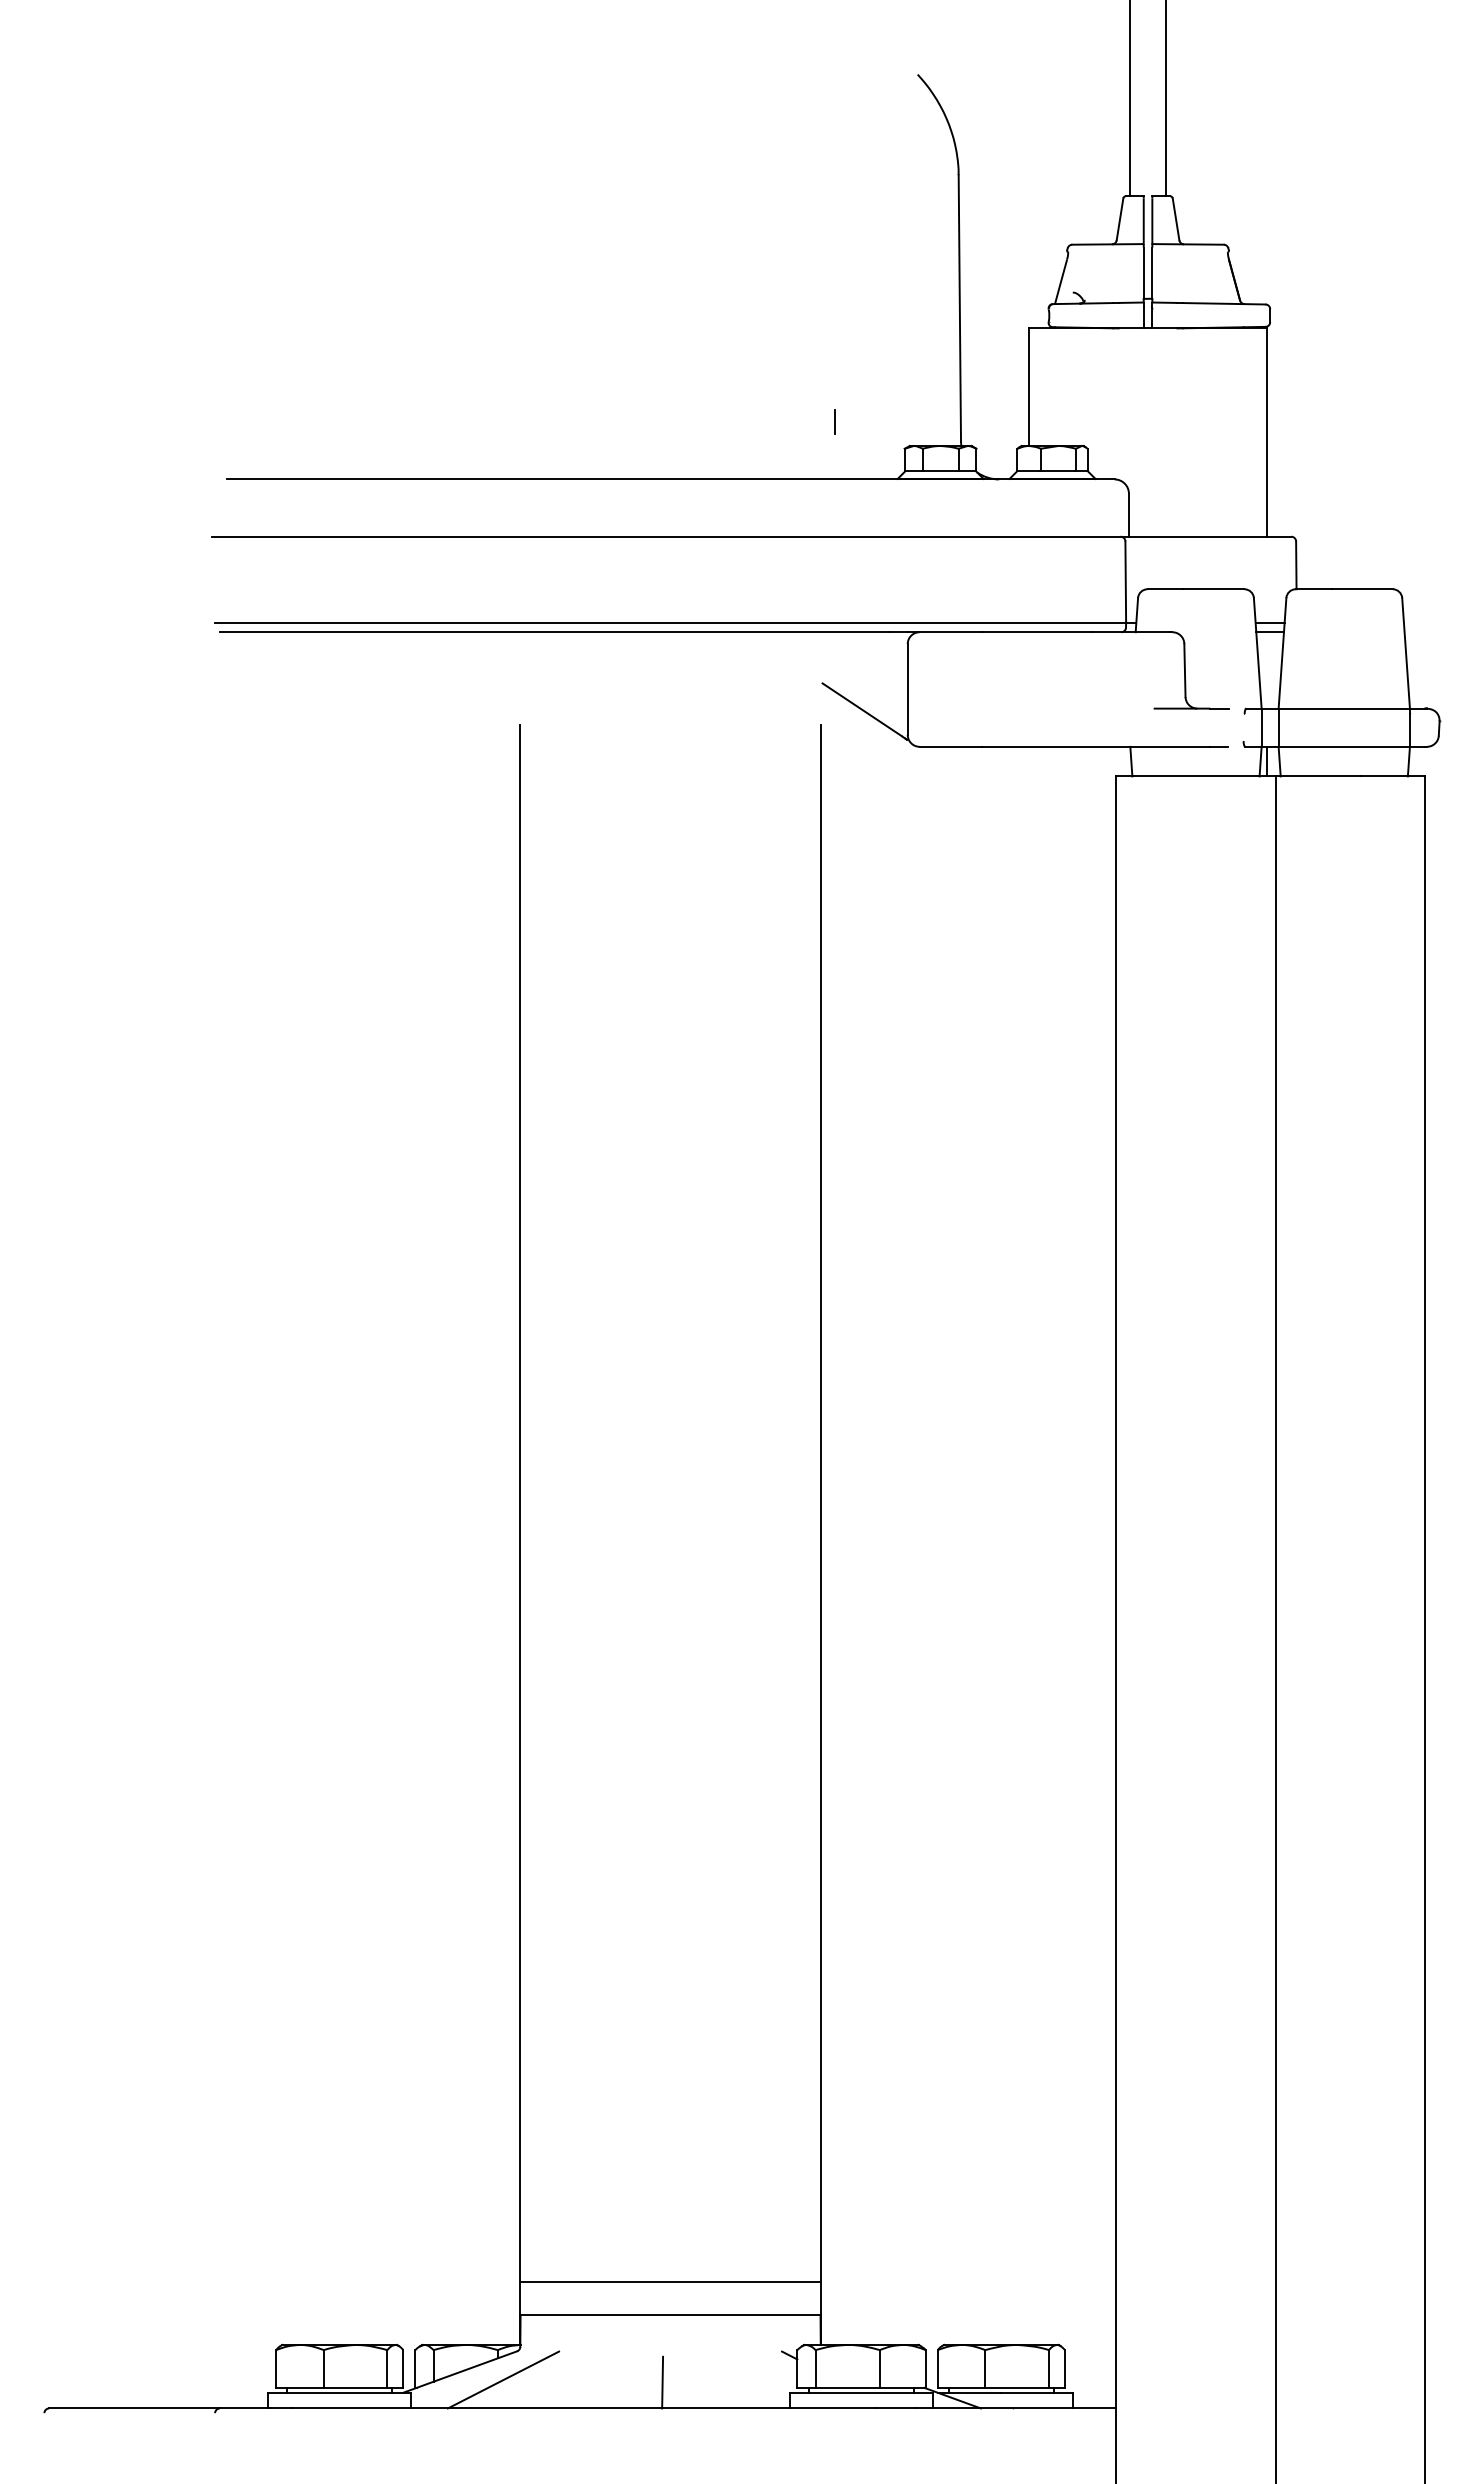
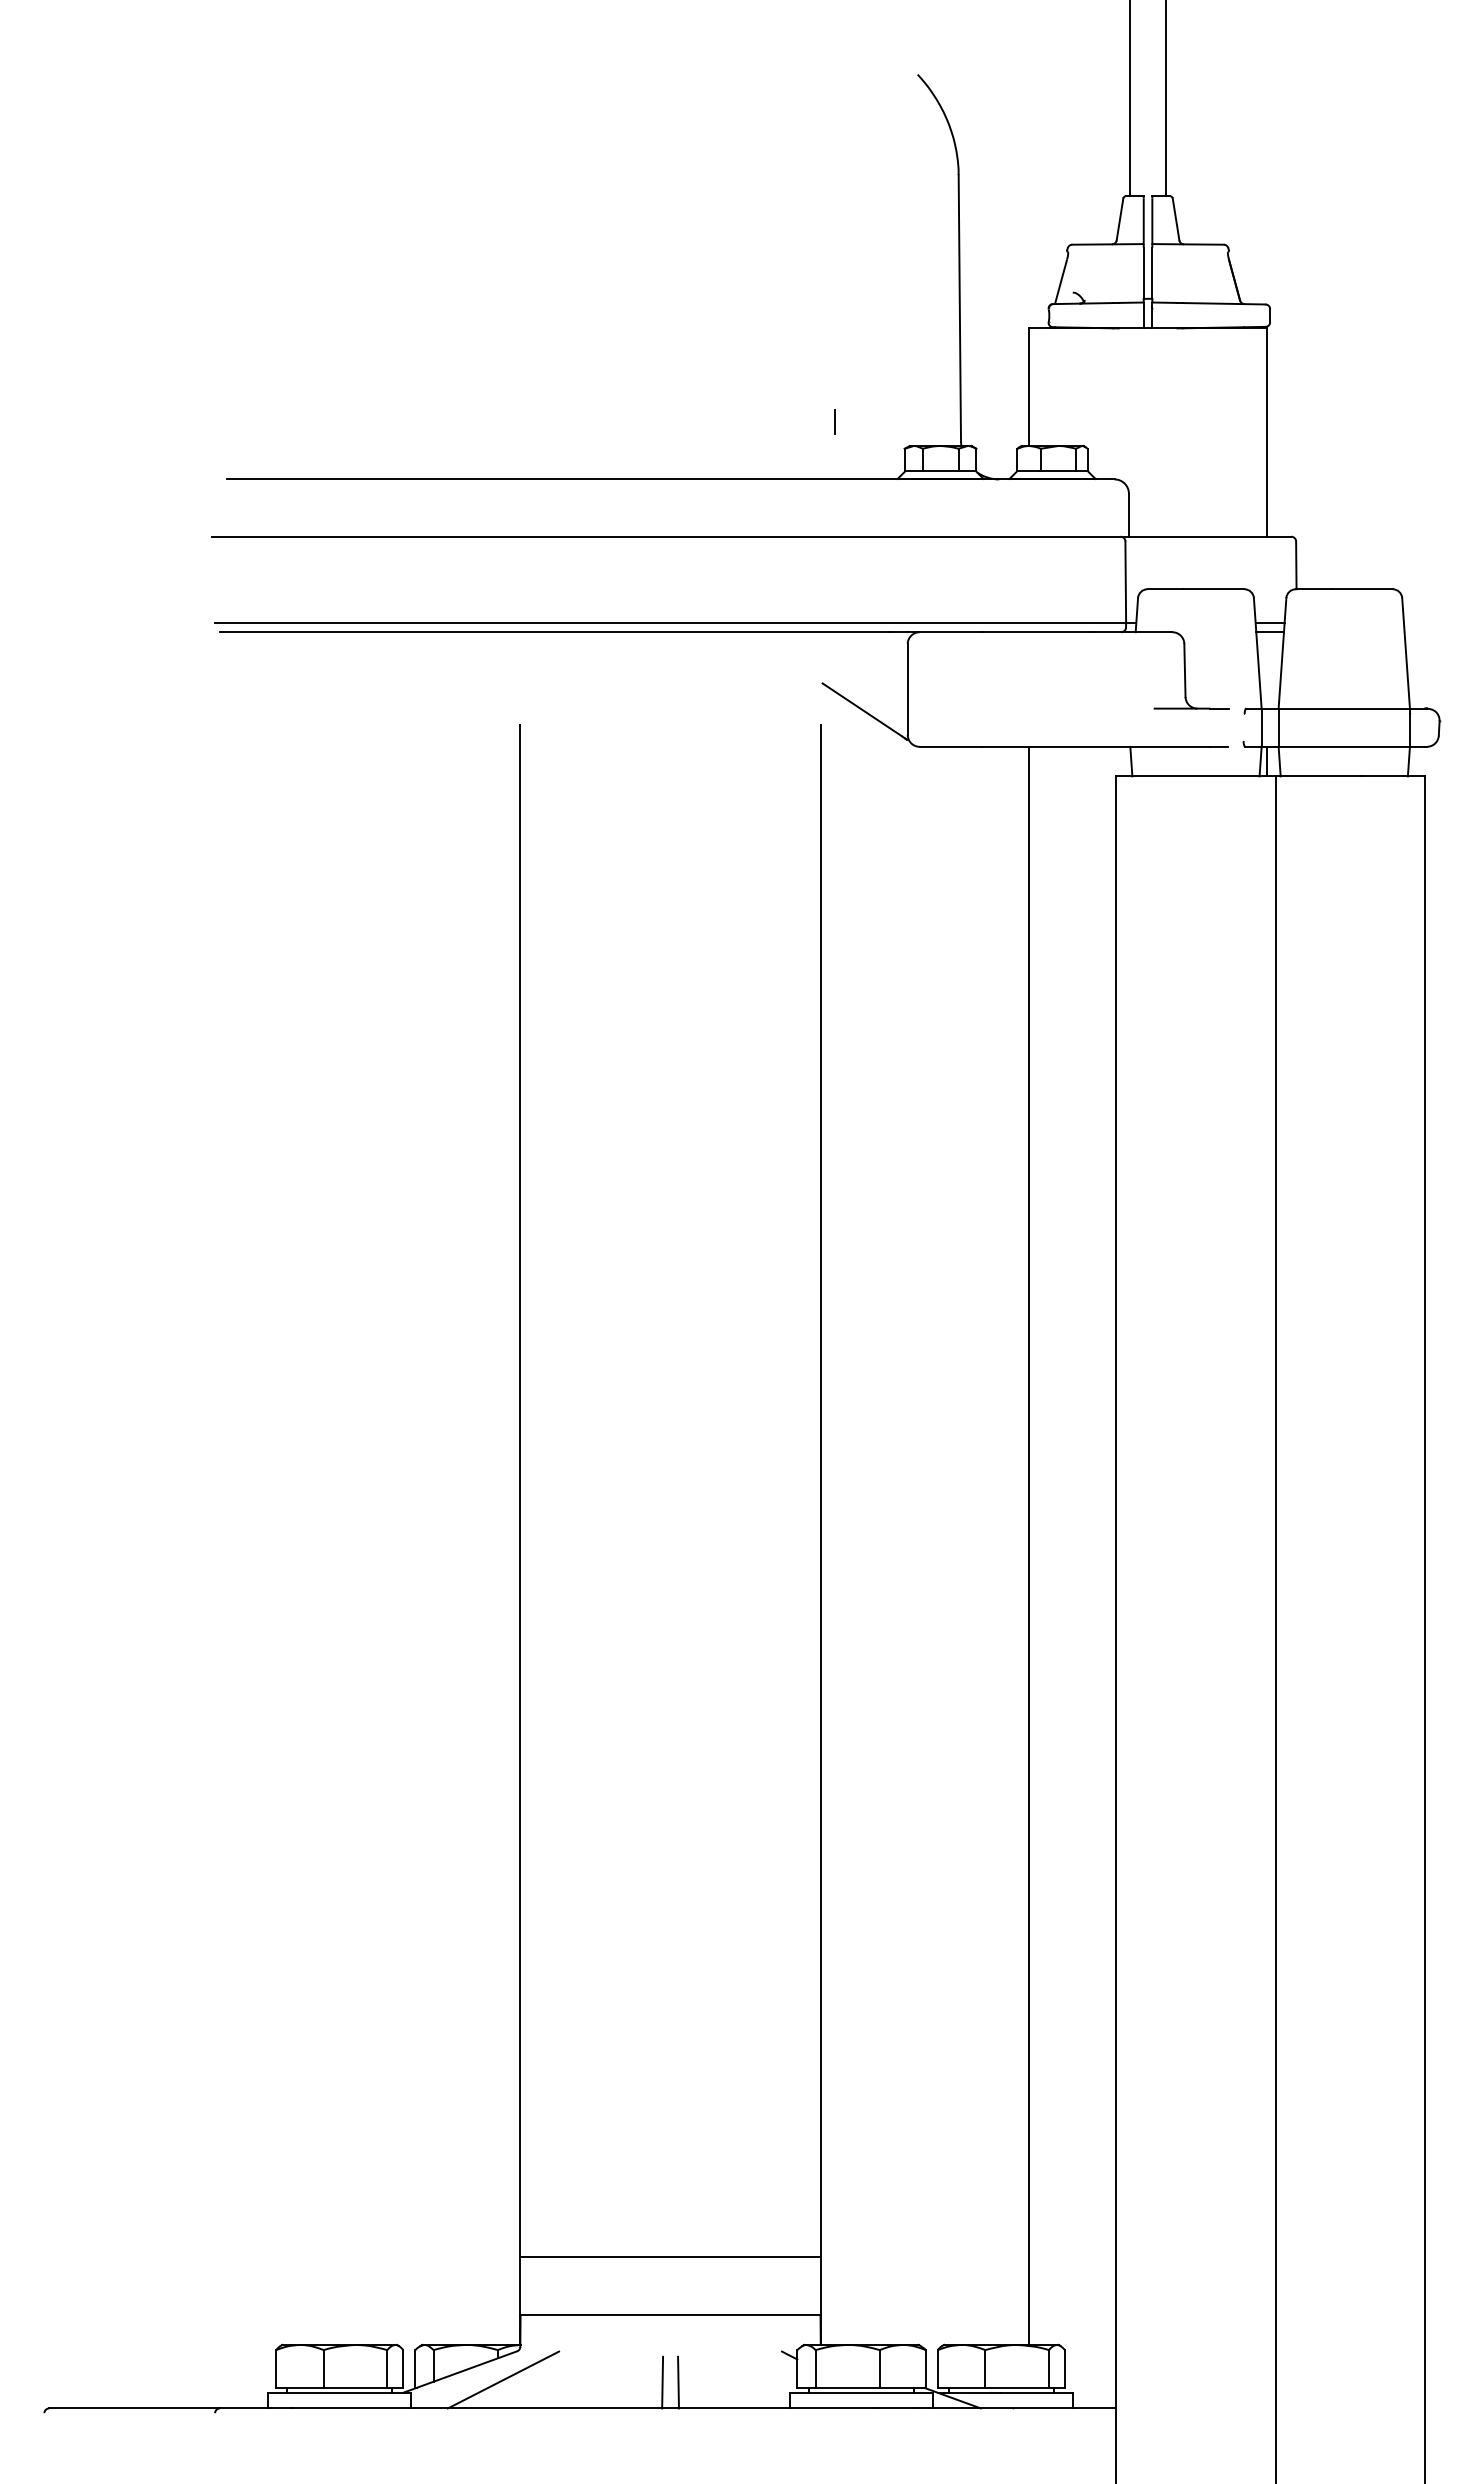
line at (1028, 1545): none -> present
line at (670, 2282) position: (670, 2282) -> (670, 2257)
line at (678, 2382): none -> present
